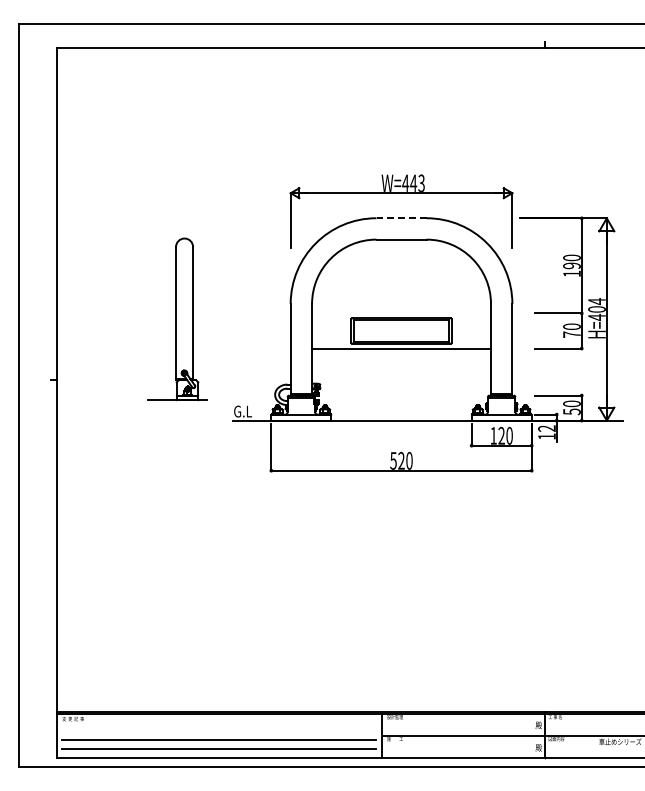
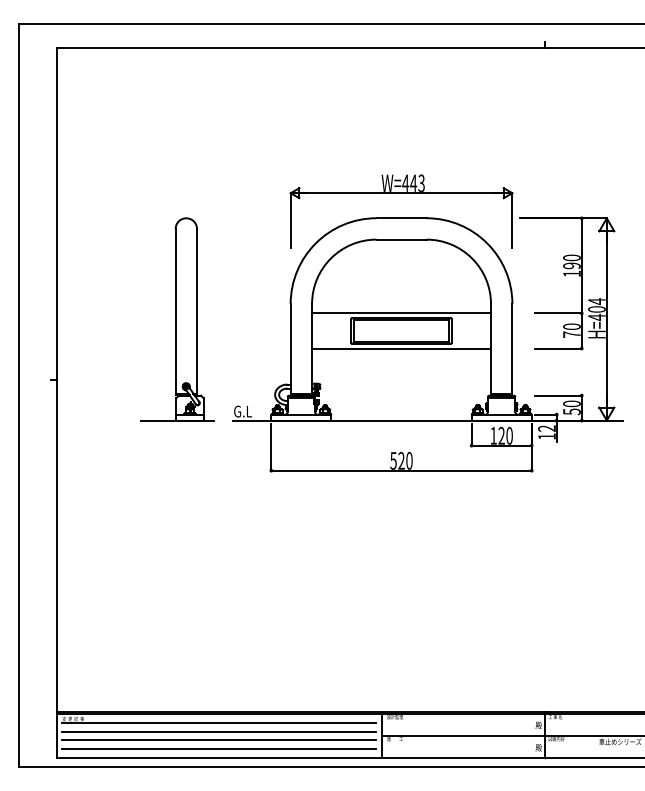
line at (401, 218): dashed -> solid
line at (401, 313): none -> present
part at (177, 319) size: 61x165 px -> 75x205 px
line at (219, 722): none -> present
line at (219, 731): none -> present
